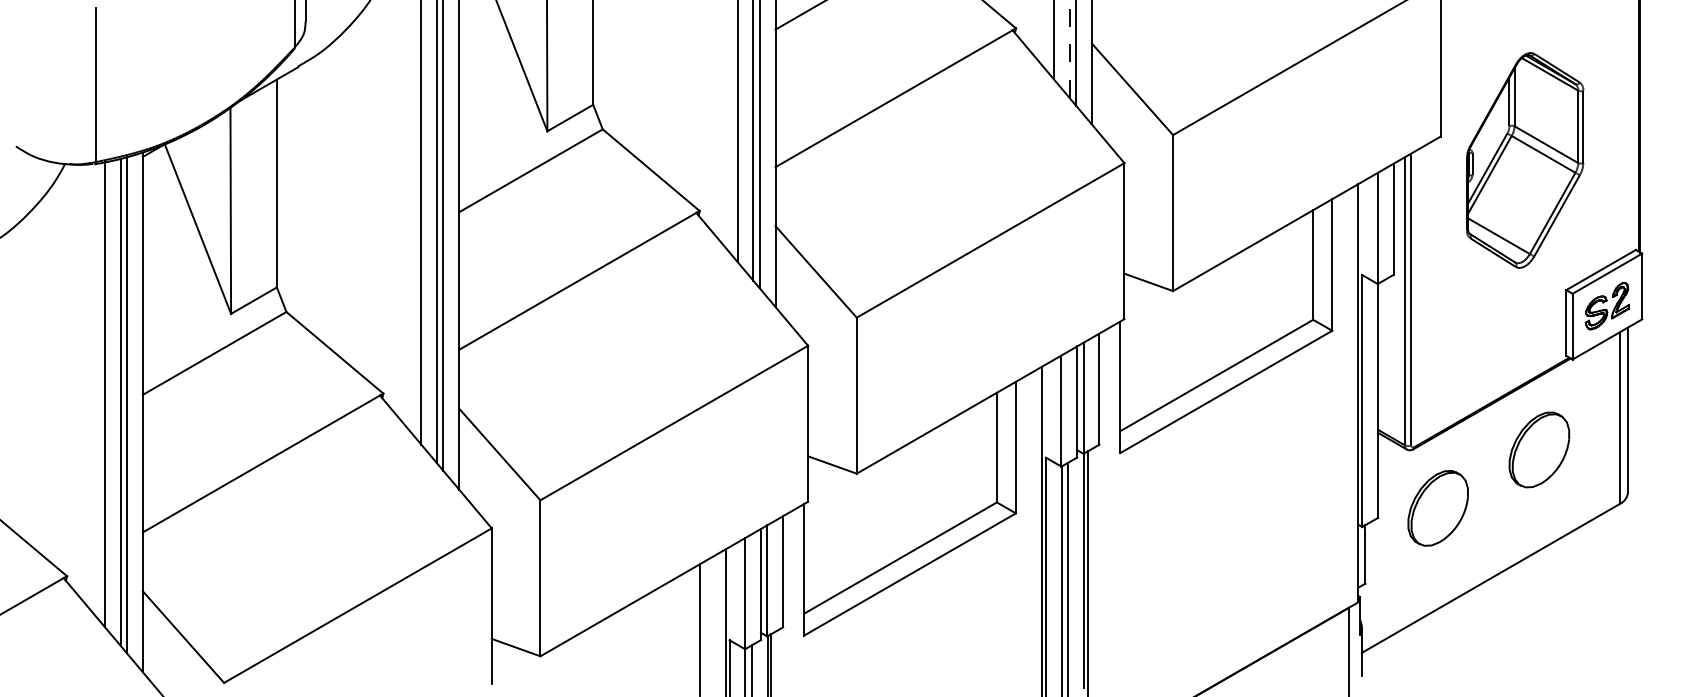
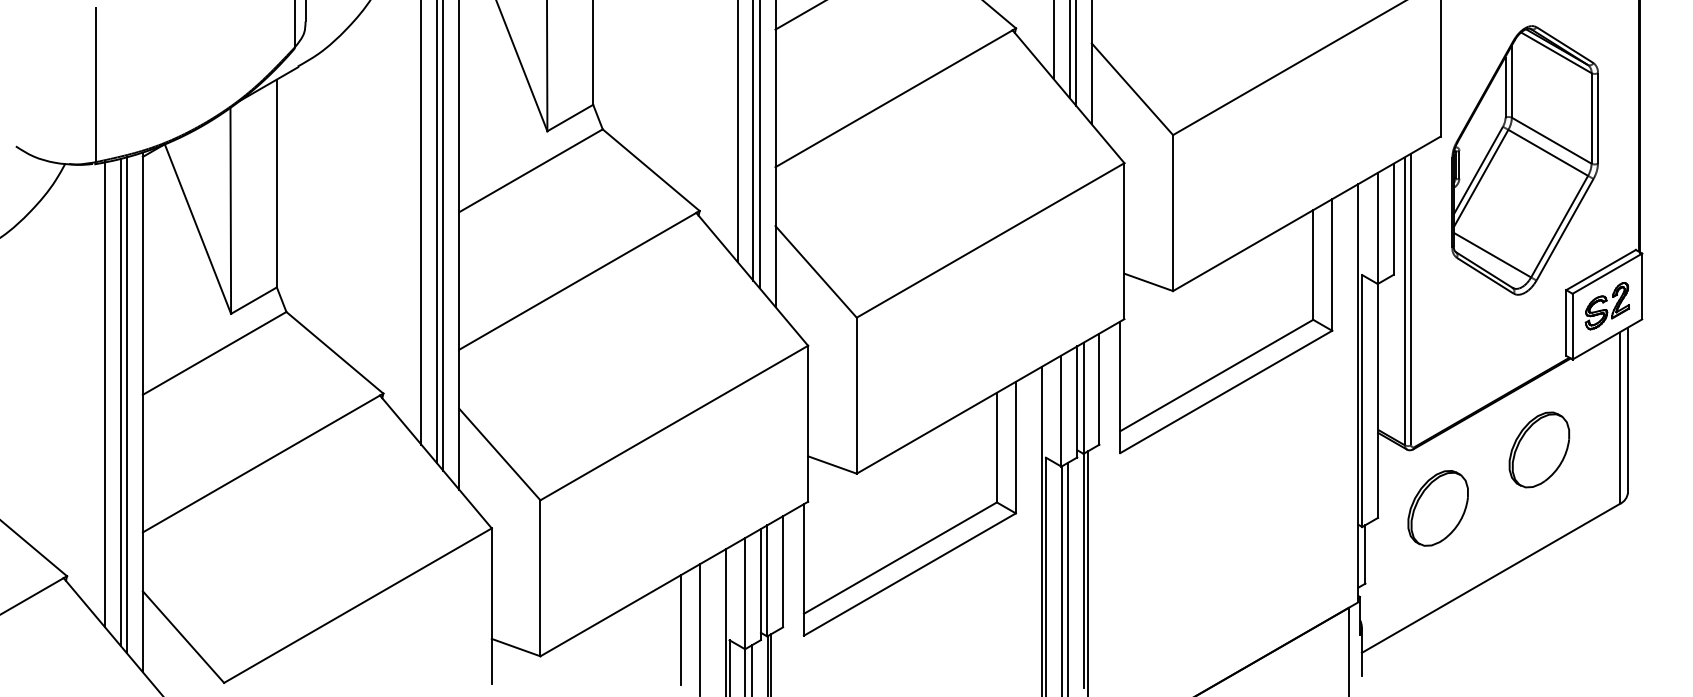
line at (1069, 49): dashed -> solid
part at (1525, 160) size: 119x217 px -> 148x271 px
line at (680, 630): none -> present
